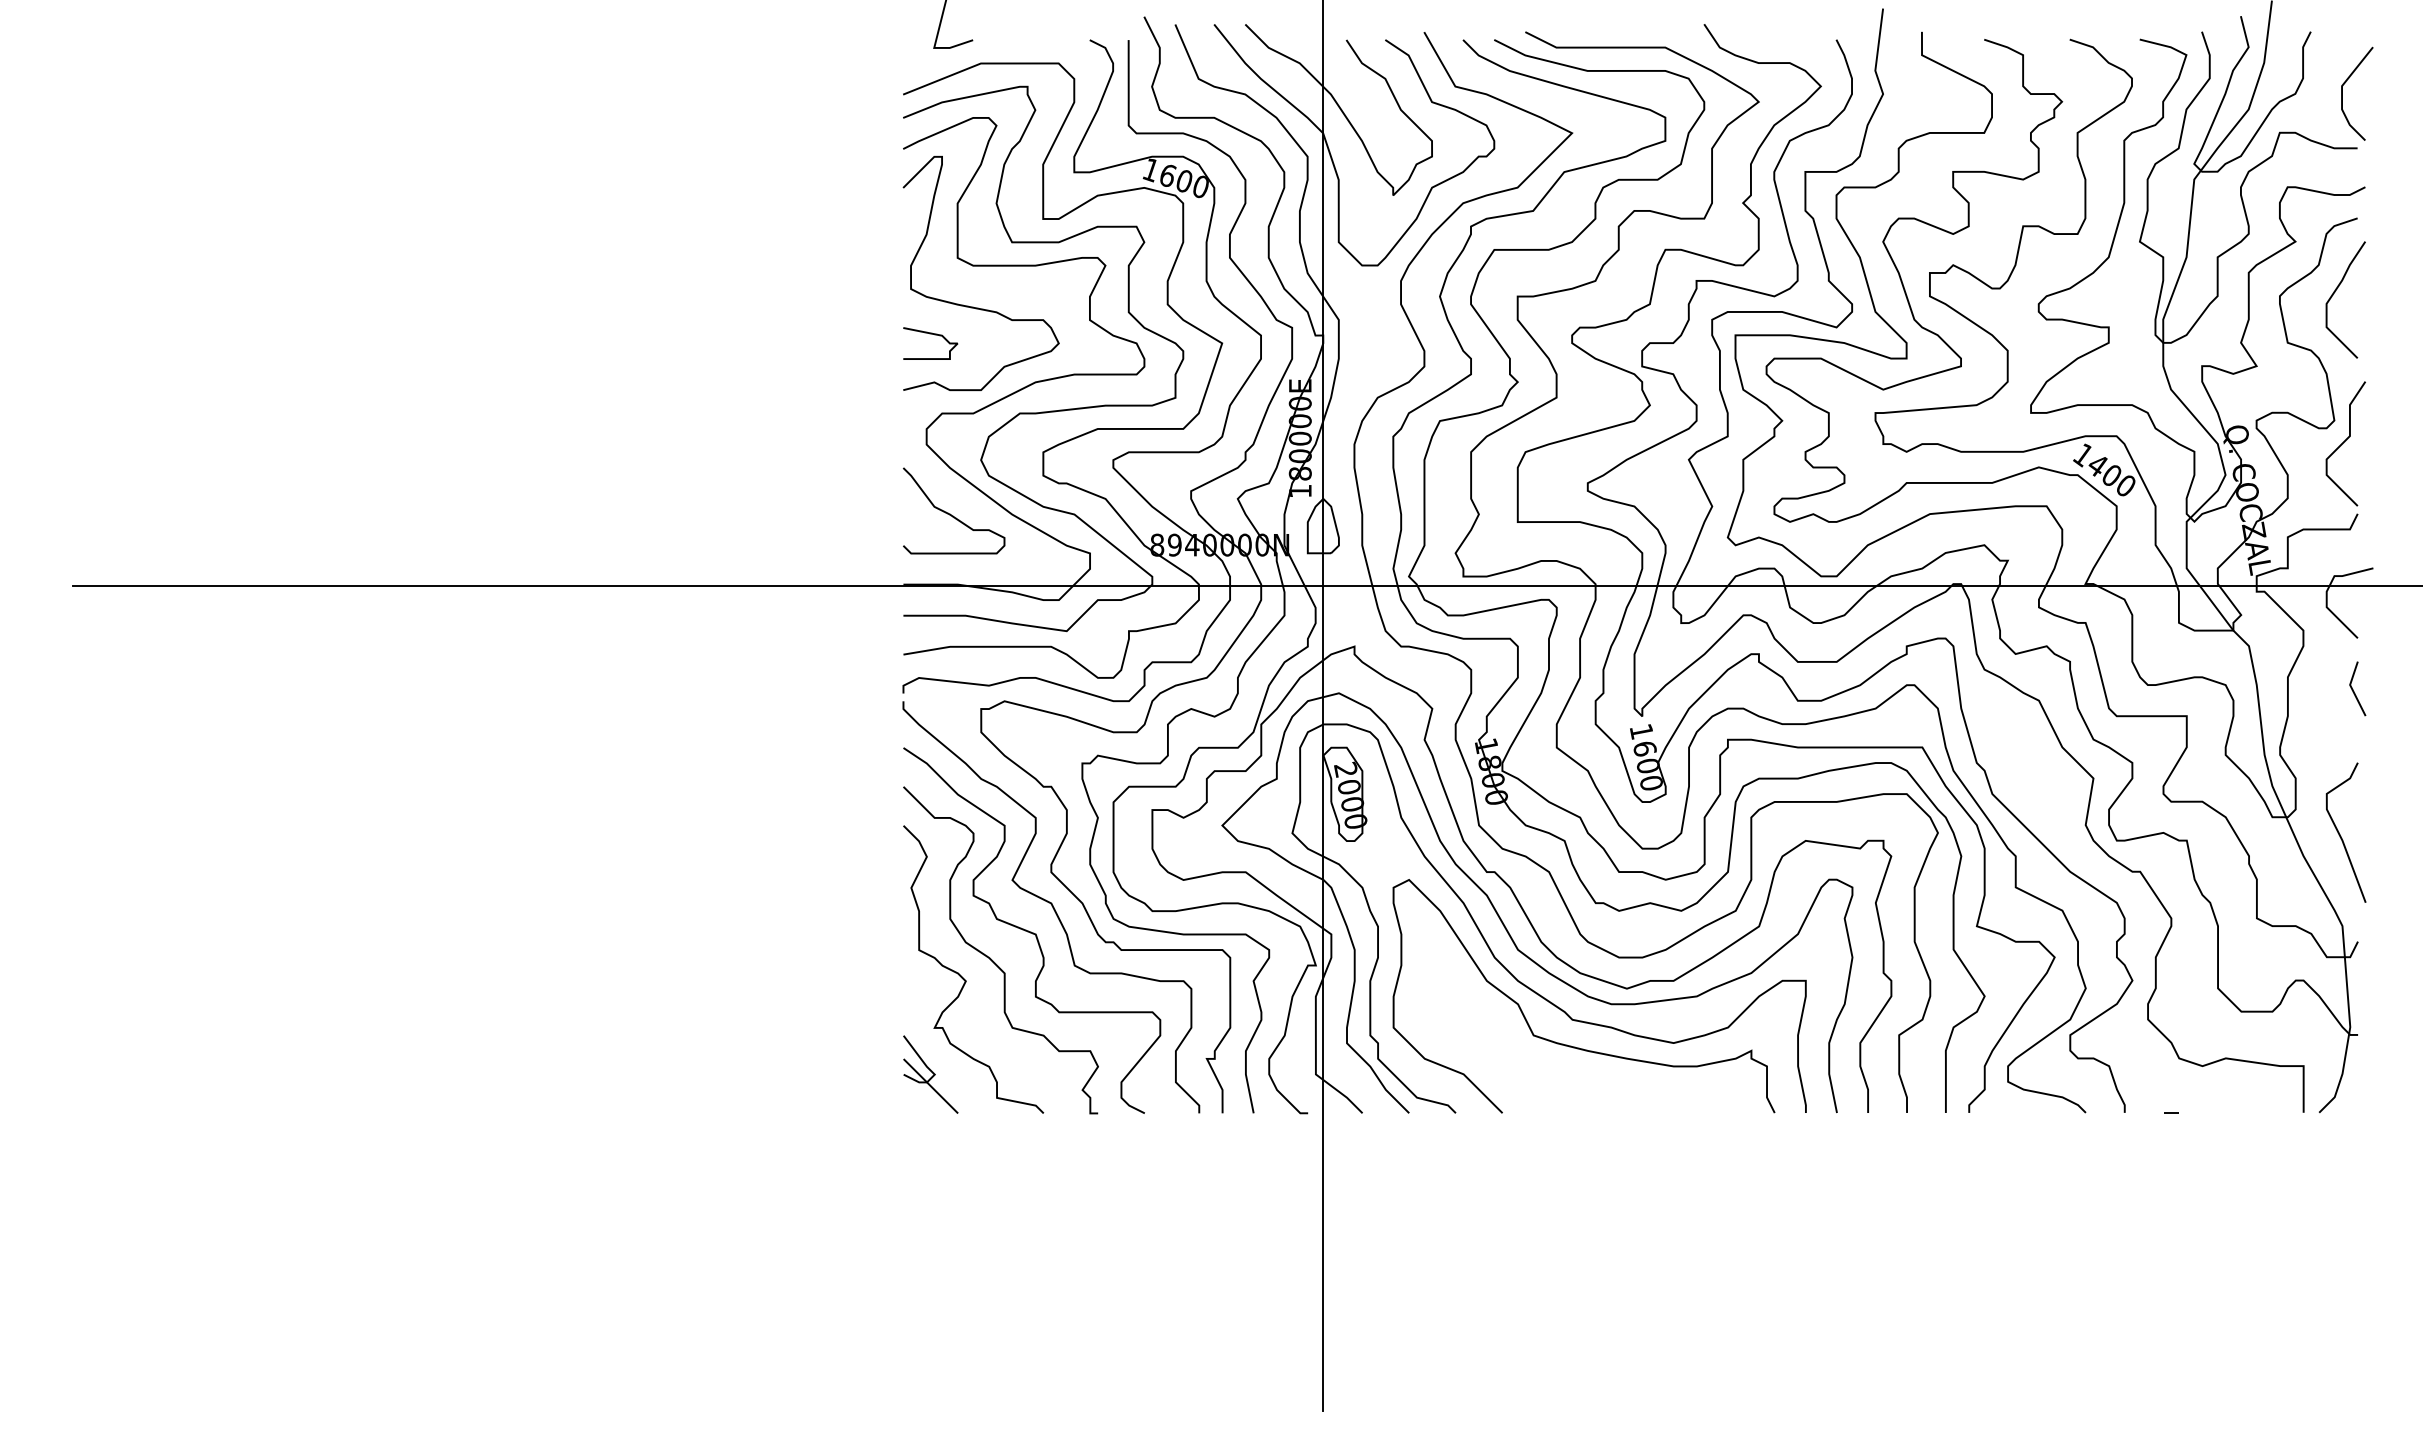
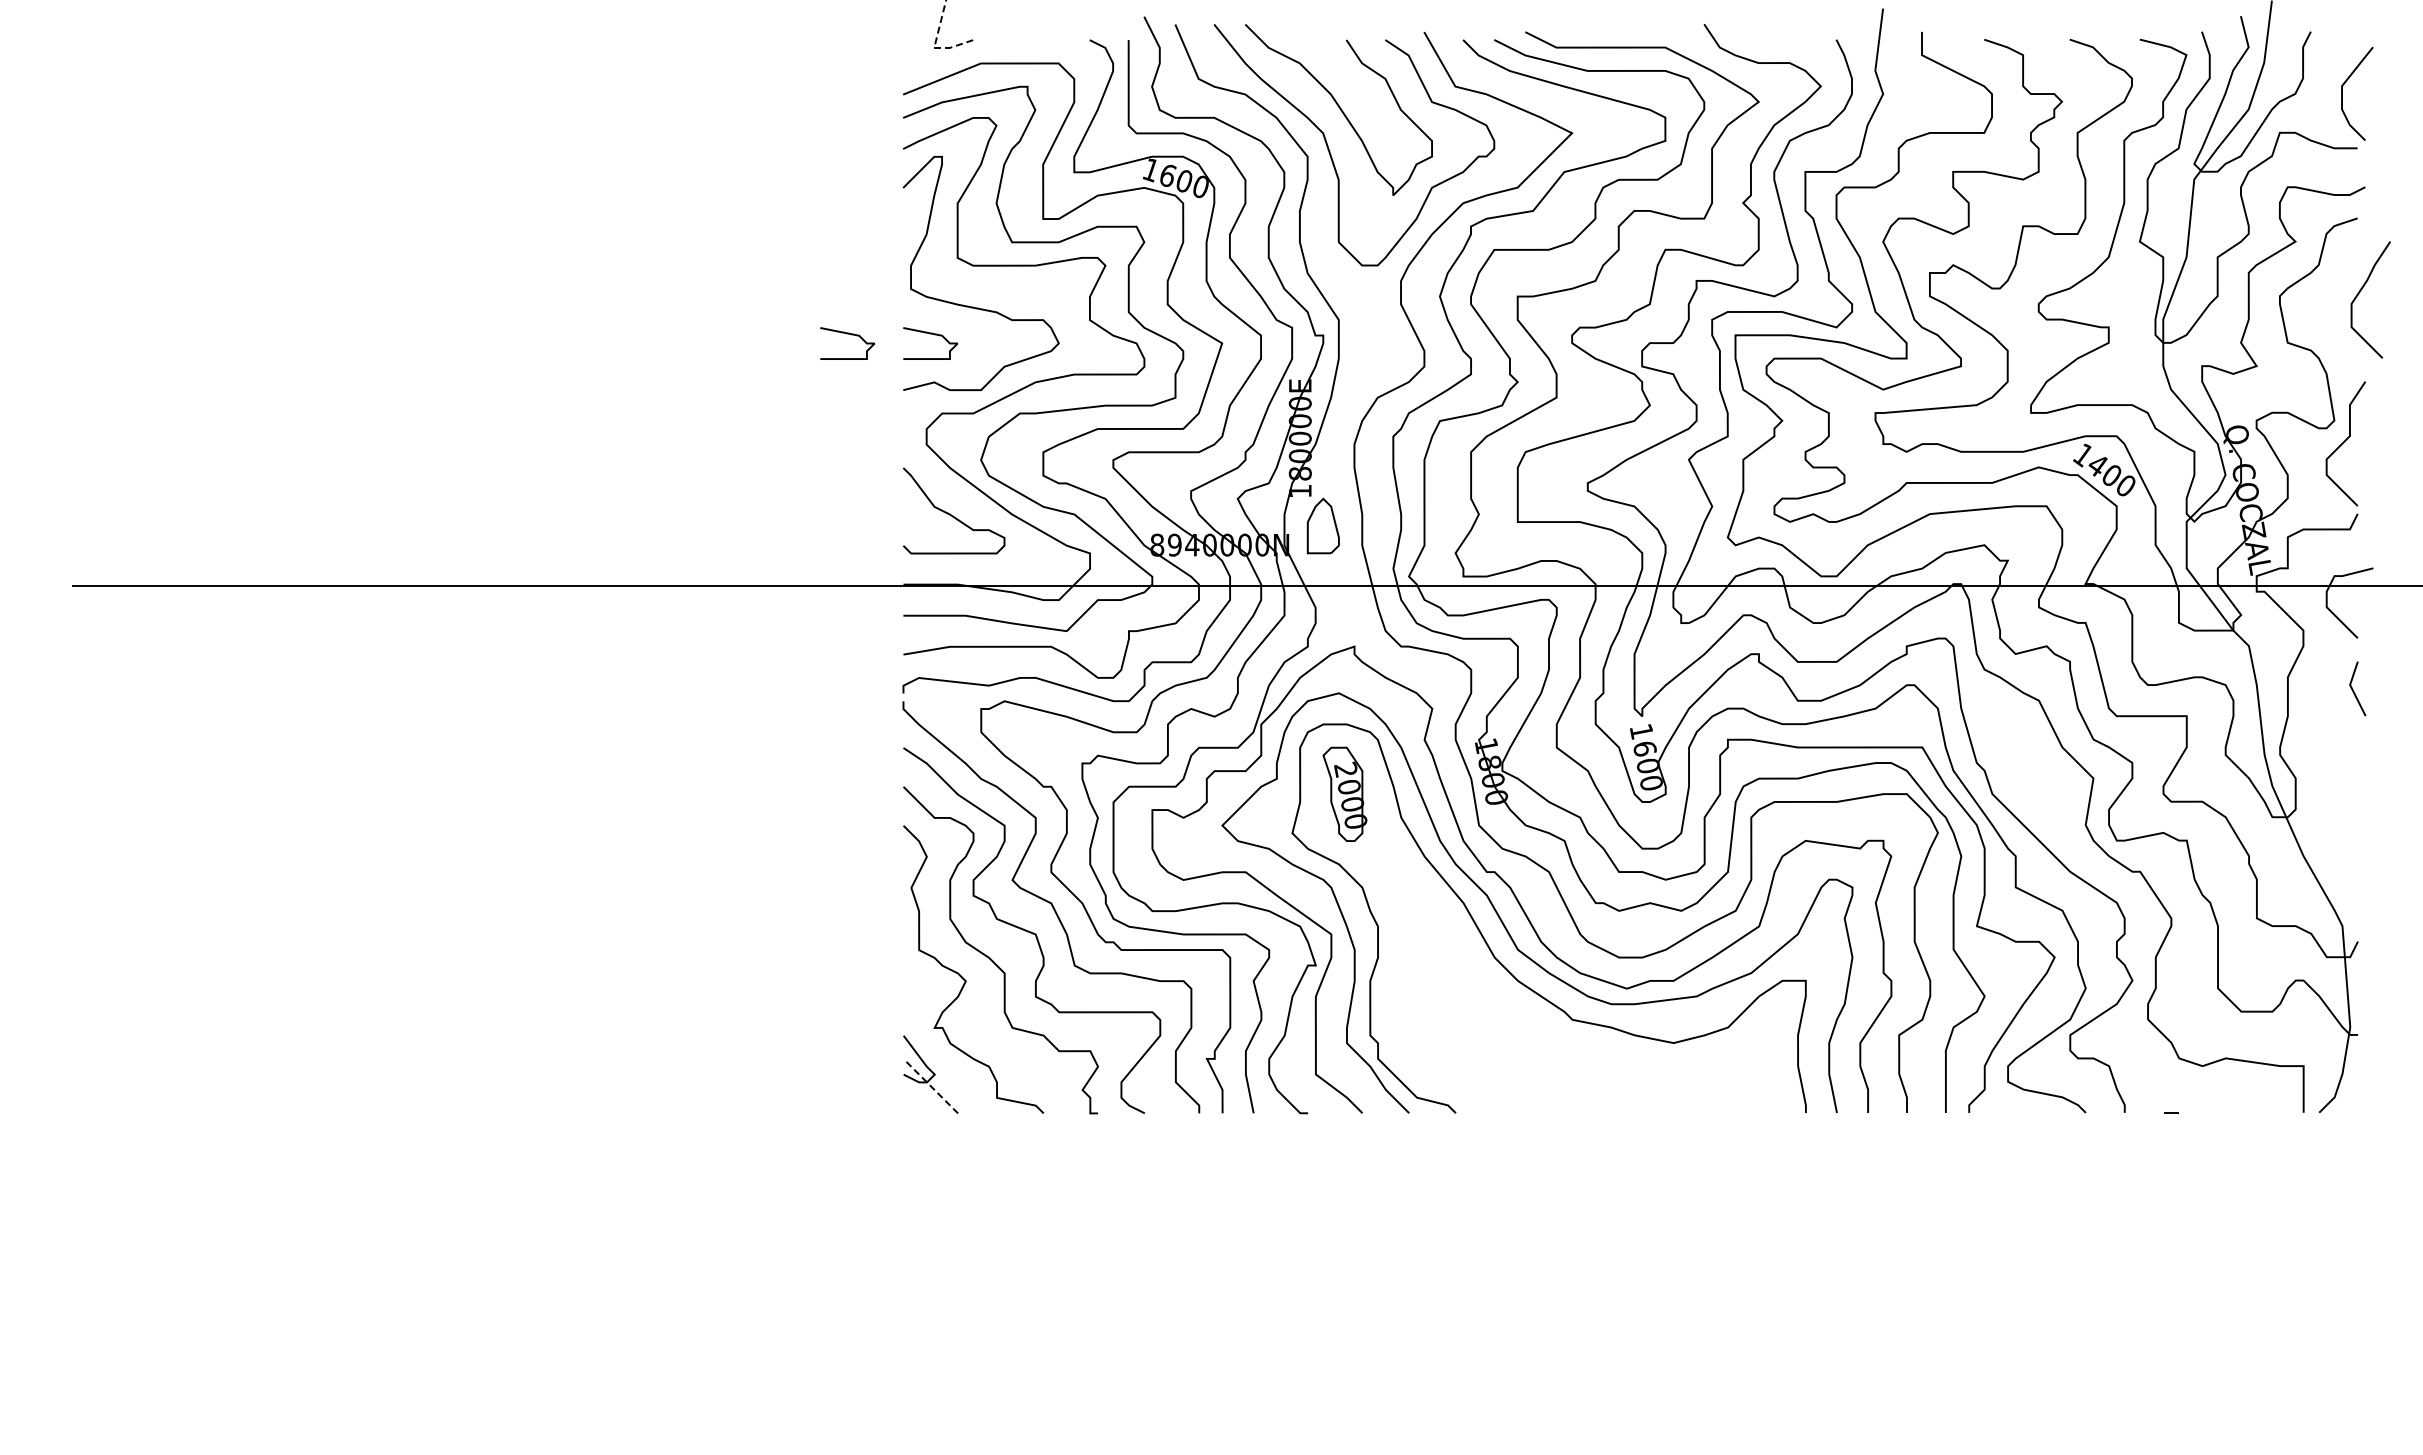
line at (935, 44): solid -> dashed
curve at (2335, 292) position: (2335, 292) -> (2360, 292)
curve at (851, 335): none -> present
line at (1322, 706): present -> none
curve at (2340, 834): present -> none
curve at (1571, 1045): present -> none
line at (930, 1085): solid -> dashed
